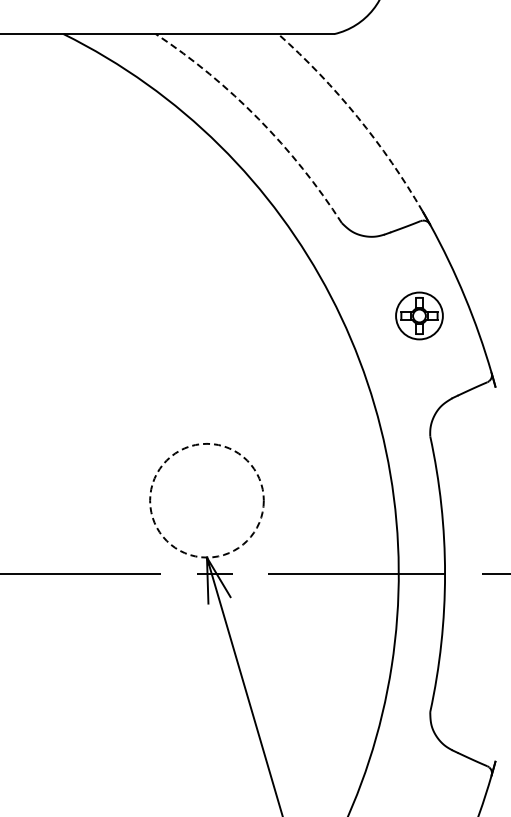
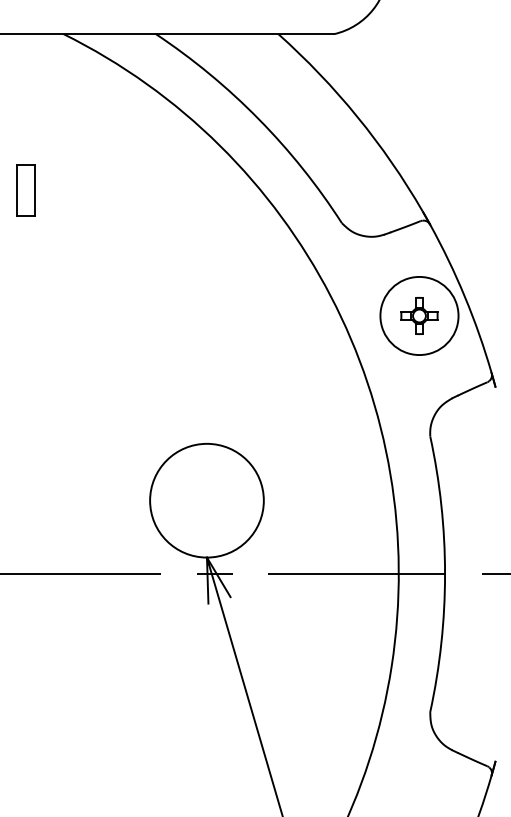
arc at (357, 117): dashed -> solid
arc at (258, 119): dashed -> solid
part at (25, 190): none -> present
circle at (419, 315) diameter: 47 px -> 78 px
circle at (206, 500): dashed -> solid
